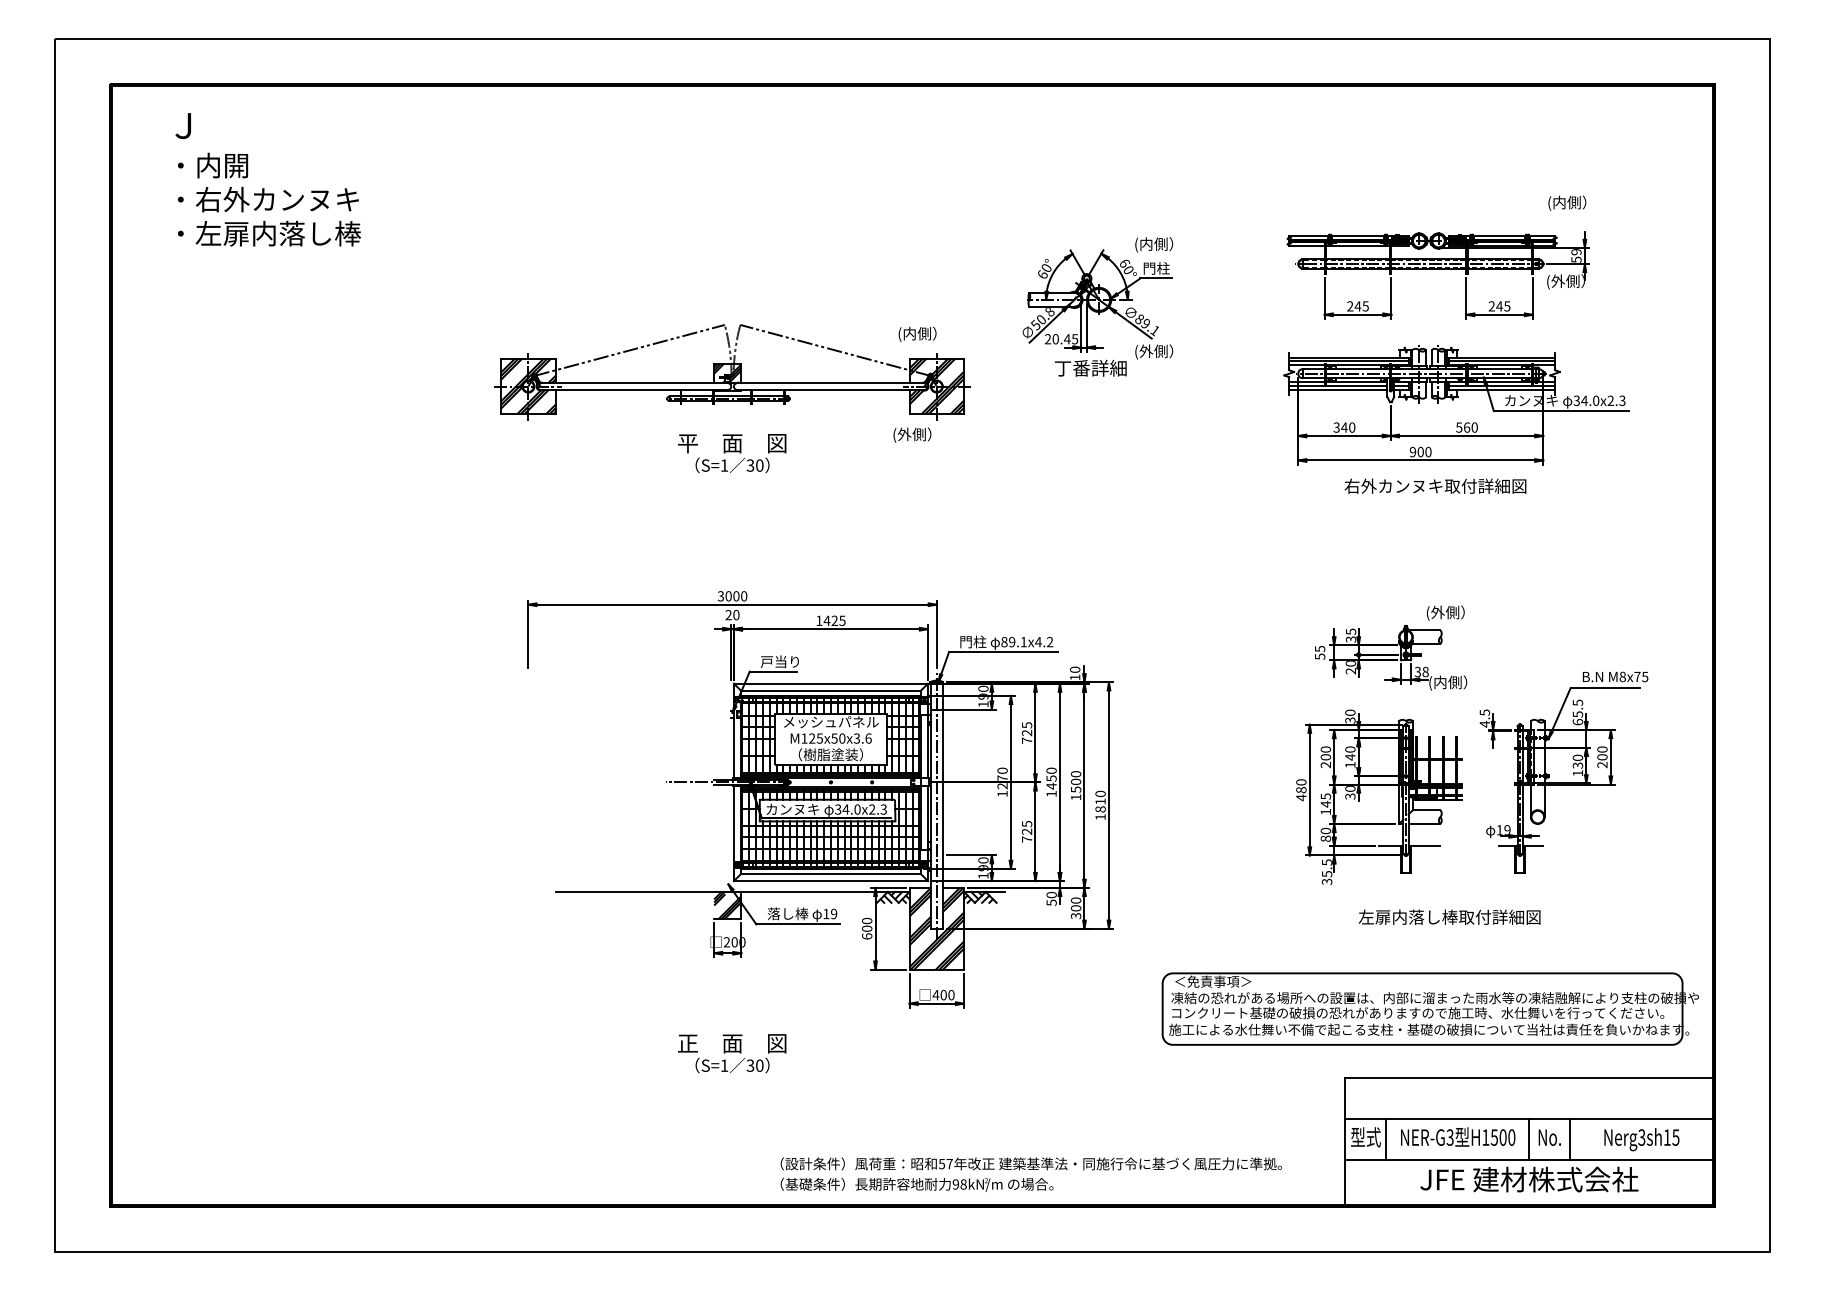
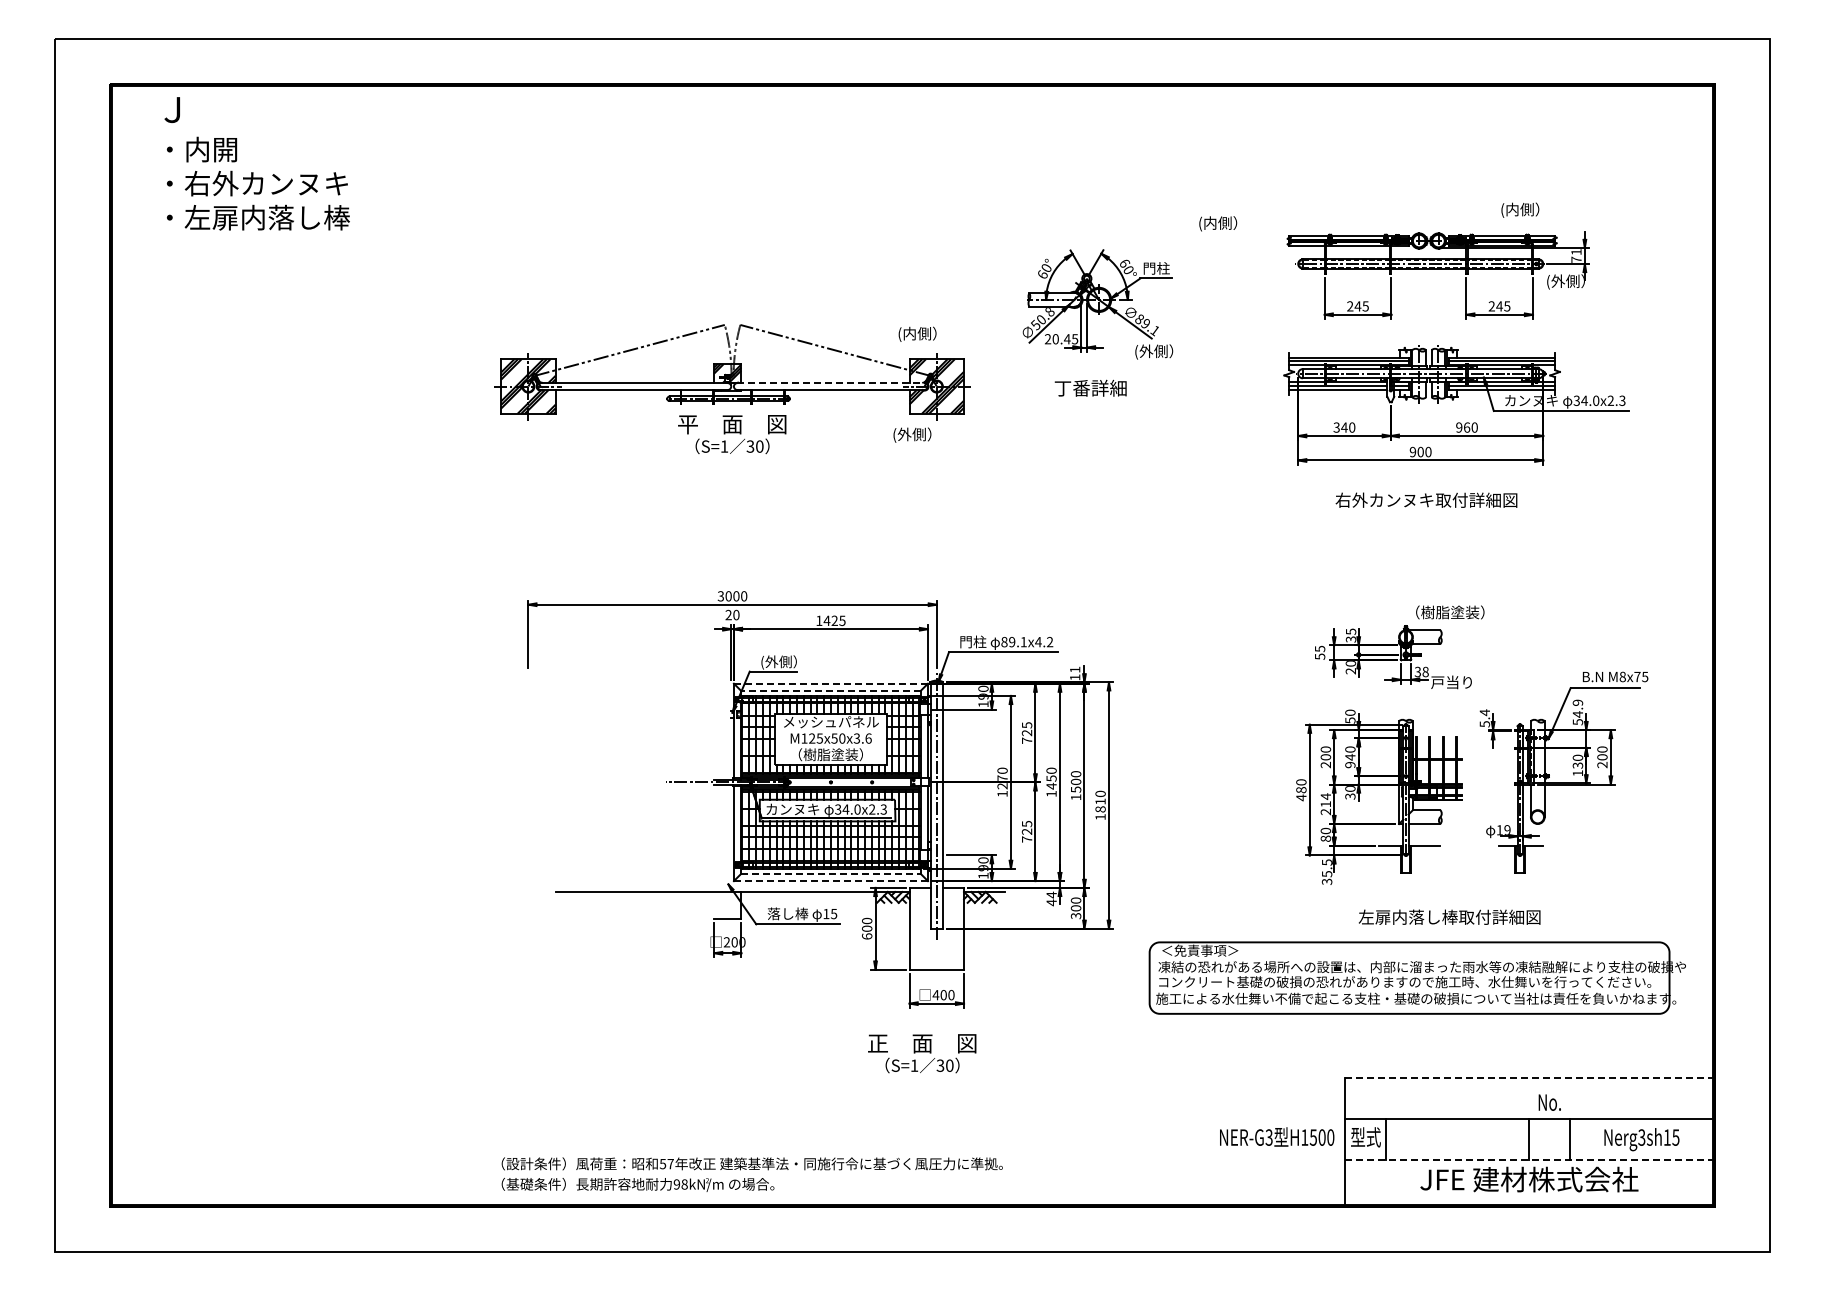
text at (267, 179) position: (267, 179) -> (256, 163)
text at (1567, 202) position: (1567, 202) -> (1520, 209)
text at (1154, 244) position: (1154, 244) -> (1218, 223)
text at (1576, 255): 59 -> 71
text at (1090, 367) position: (1090, 367) -> (1090, 387)
line at (830, 383): solid -> dashed
text at (1459, 427): 560 -> 960
text at (732, 453) position: (732, 453) -> (732, 434)
text at (1435, 485) position: (1435, 485) -> (1426, 499)
text at (1450, 612): (外側） -> （樹脂塗装）
text at (779, 662): 戸当り -> (外側）
text at (1075, 669): 10 -> 11
text at (1450, 682): (内側） -> 戸当り
line at (830, 683): solid -> dashed
line at (830, 690): solid -> dashed
text at (1577, 712): 65.5 -> 54.9
text at (1484, 718): 4.5 -> 5.4
text at (1349, 720): 30 -> 50
text at (1350, 765): 140 -> 940
text at (1325, 804): 145 -> 214
line at (831, 874): solid -> dashed
line at (831, 881): solid -> dashed
text at (1051, 898): 50 -> 44
hatch at (727, 905): present -> none
text at (834, 913): 19 -> 15
hatch at (936, 928): present -> none
part at (1429, 1008) position: (1429, 1008) -> (1416, 977)
text at (732, 1053) position: (732, 1053) -> (922, 1053)
line at (1529, 1078): solid -> dashed
text at (1458, 1136) position: (1458, 1136) -> (1277, 1136)
text at (1549, 1137) position: (1549, 1137) -> (1549, 1102)
line at (1529, 1160): solid -> dashed
text at (1030, 1174) position: (1030, 1174) -> (751, 1174)
